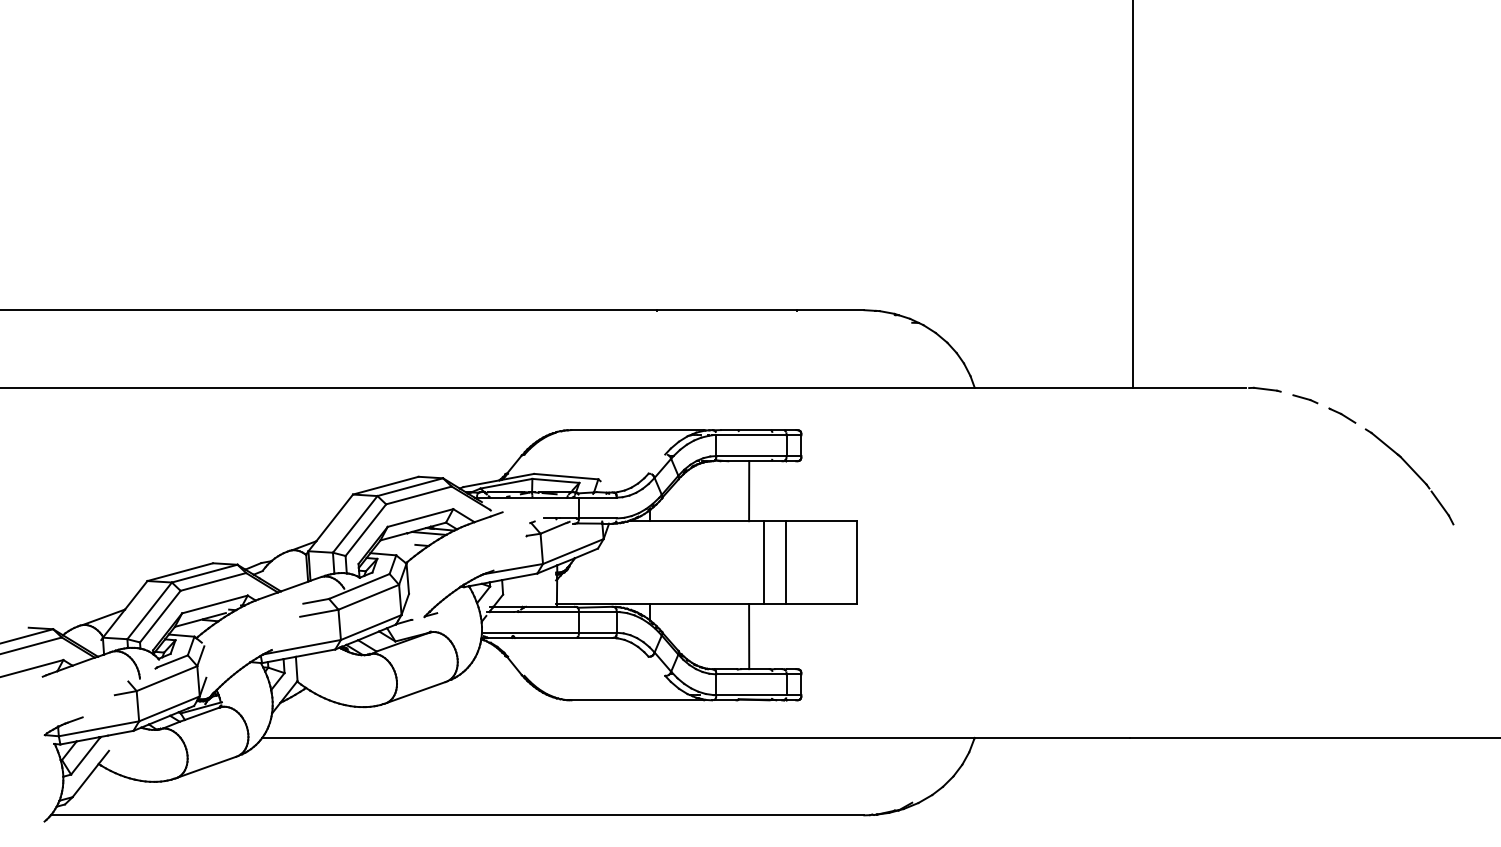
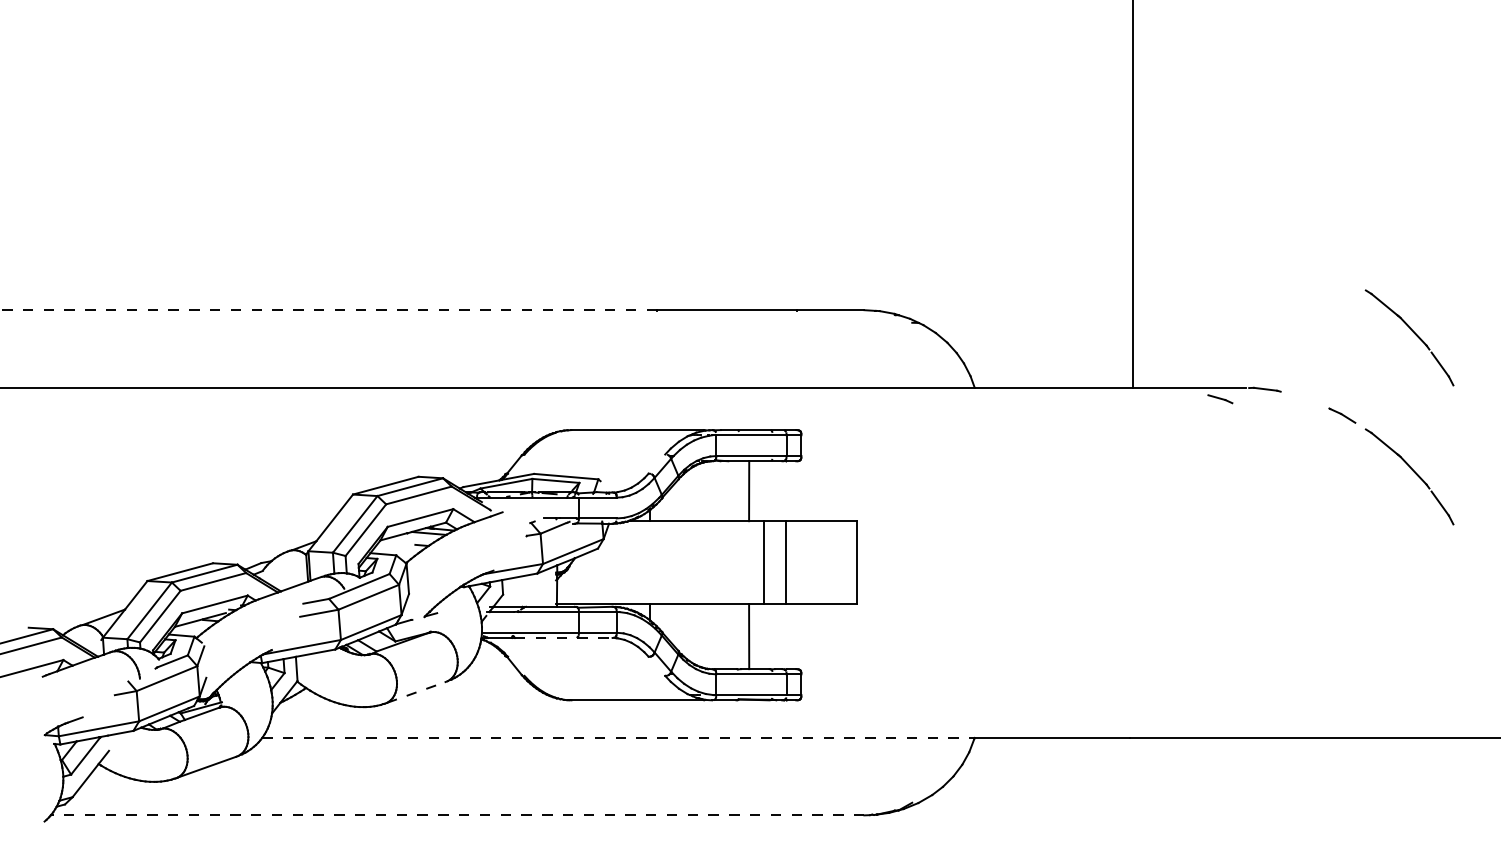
line at (328, 310): solid -> dashed
part at (1409, 337): none -> present
line at (1305, 399) position: (1305, 399) -> (1220, 399)
line at (563, 637): solid -> dashed
line at (416, 692): solid -> dashed
line at (618, 737): solid -> dashed
line at (457, 815): solid -> dashed
